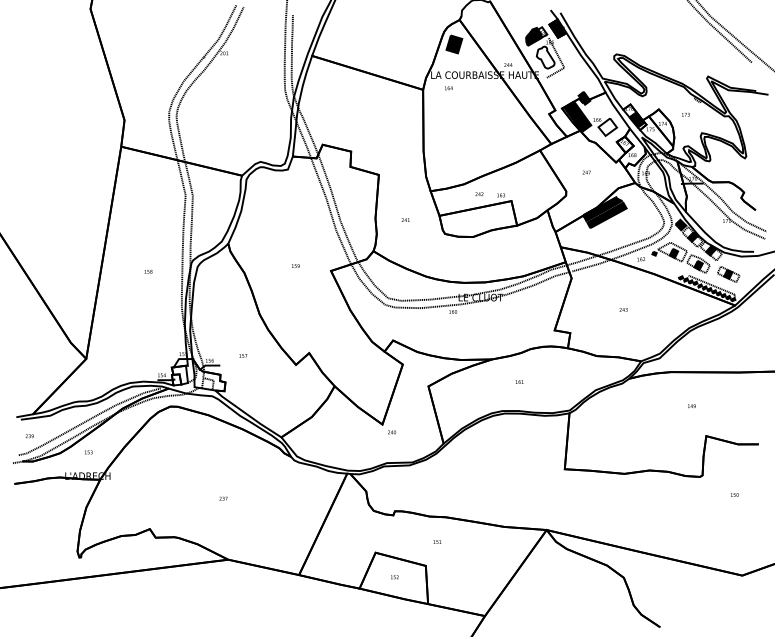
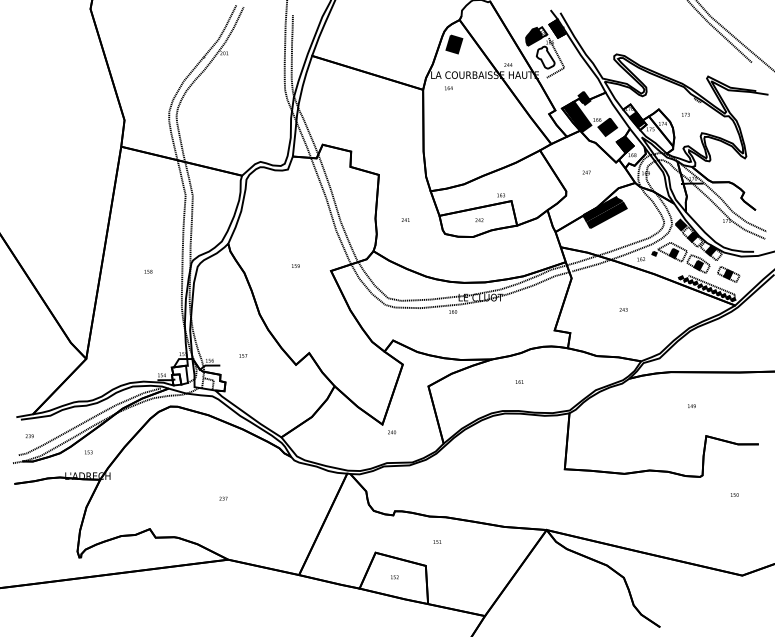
fill at (607, 126): none -> present
fill at (624, 144): none -> present
text at (479, 194) position: (479, 194) -> (479, 220)
